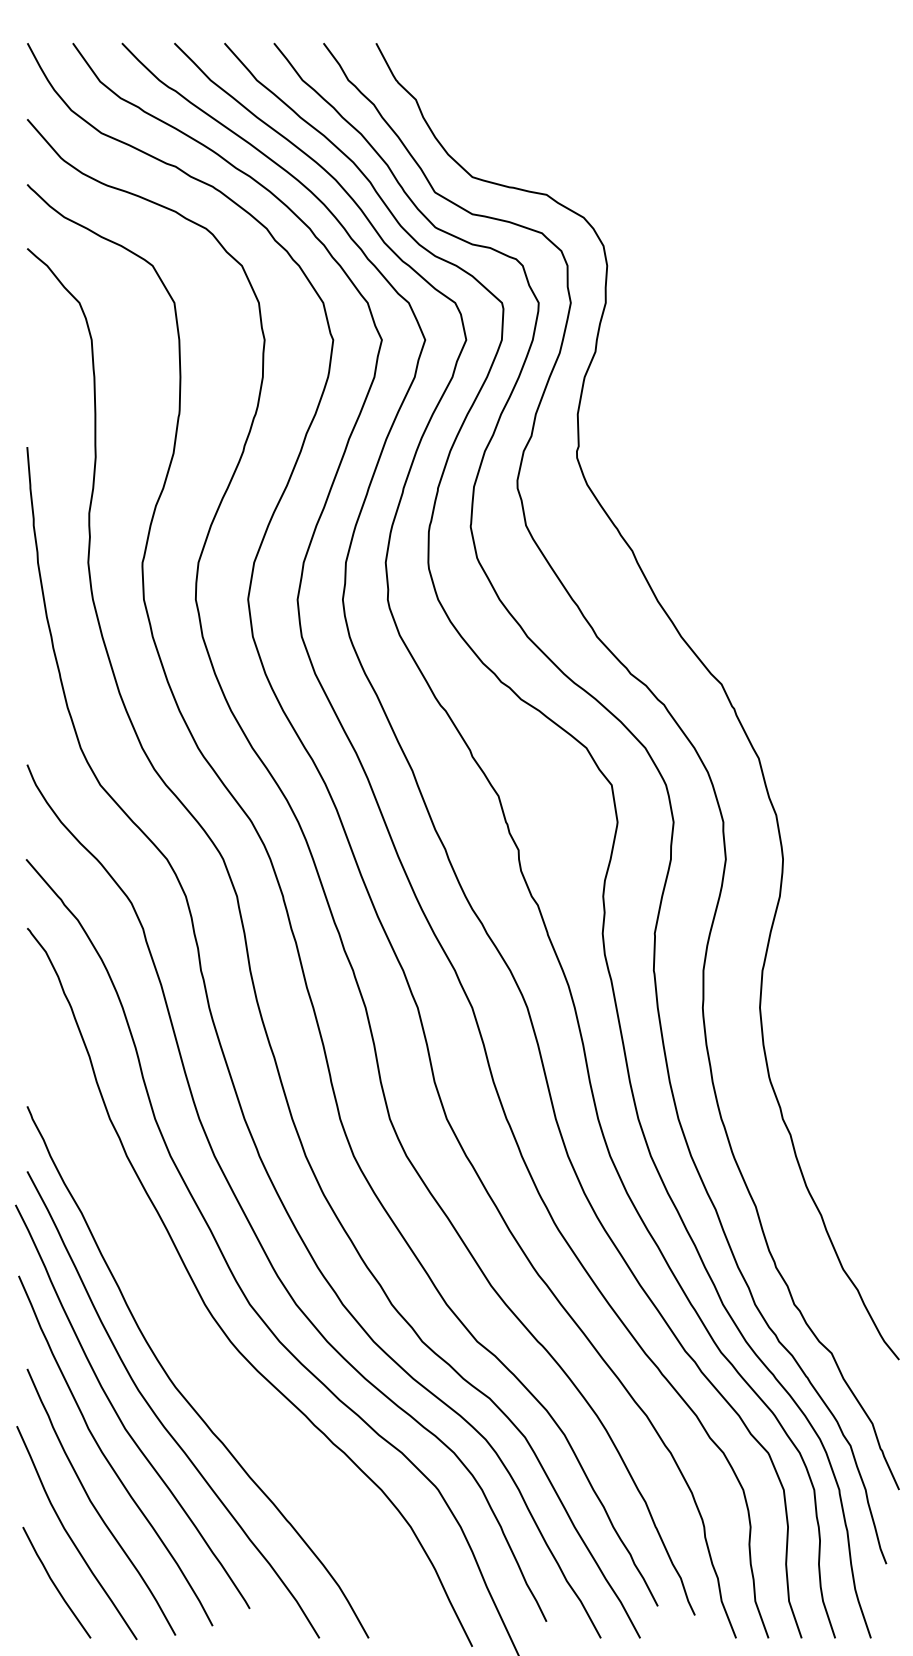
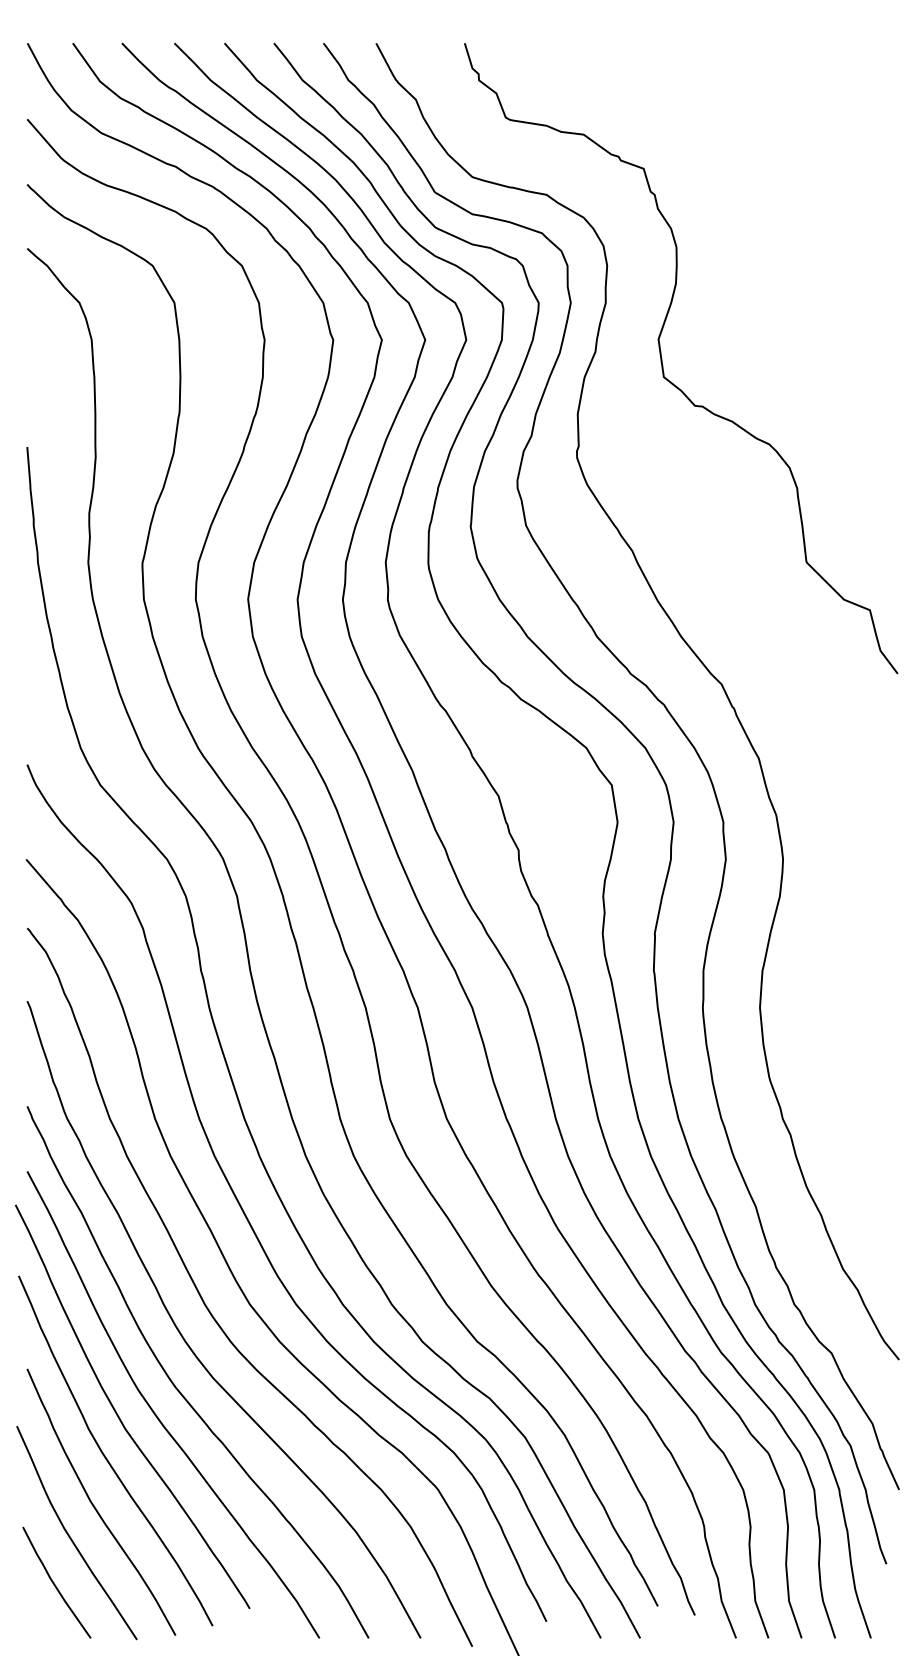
curve at (662, 358): none -> present
curve at (190, 1346): none -> present
